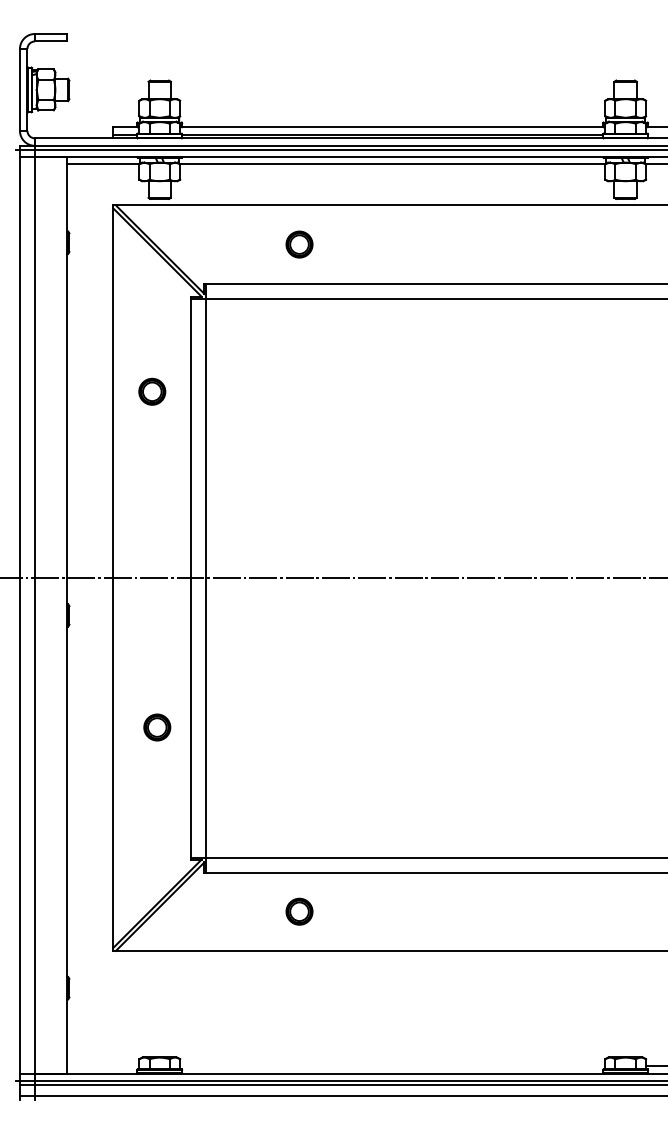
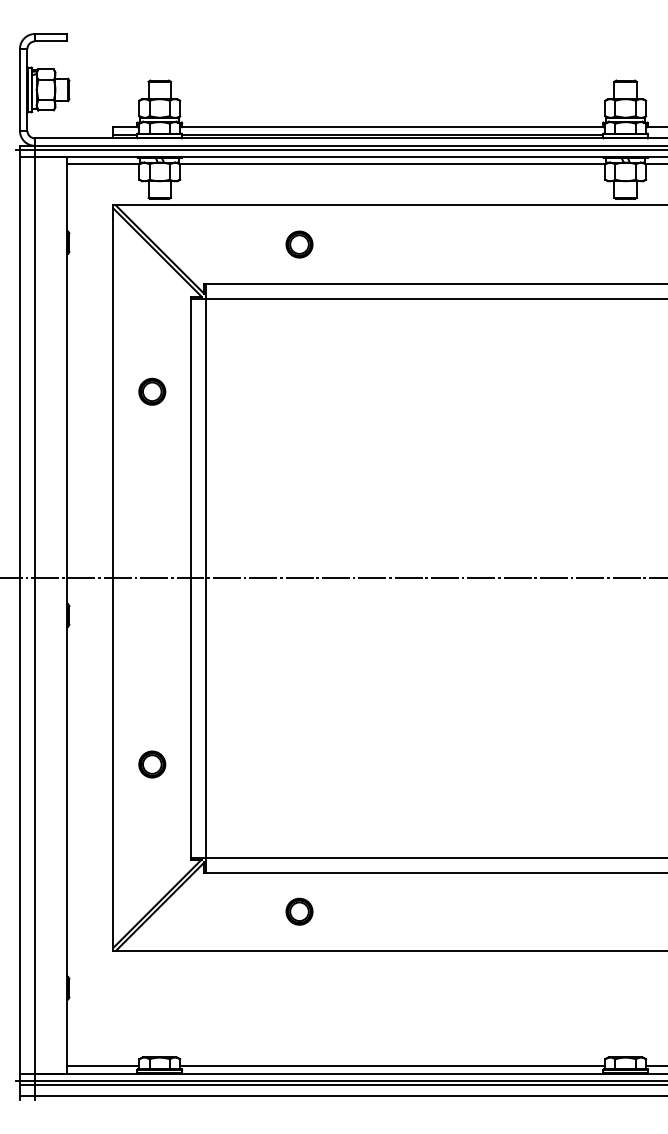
part at (157, 727) position: (157, 727) -> (152, 764)
line at (102, 1066): none -> present
line at (392, 1066): none -> present
